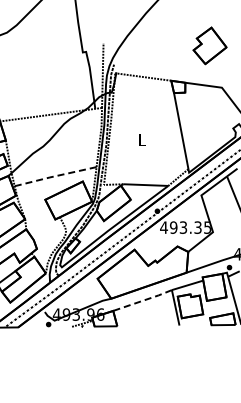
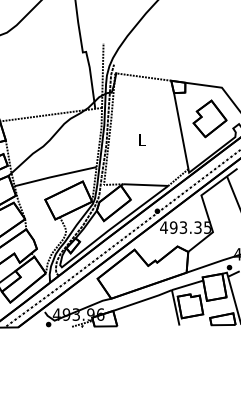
part at (209, 45) position: (209, 45) -> (209, 118)
line at (54, 176): dashed -> solid
line at (143, 300): dashed -> solid
